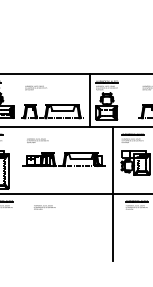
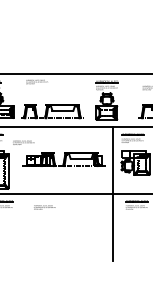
text at (35, 88) position: (35, 88) -> (36, 82)
line at (90, 100): present -> none
text at (37, 140) position: (37, 140) -> (23, 142)
